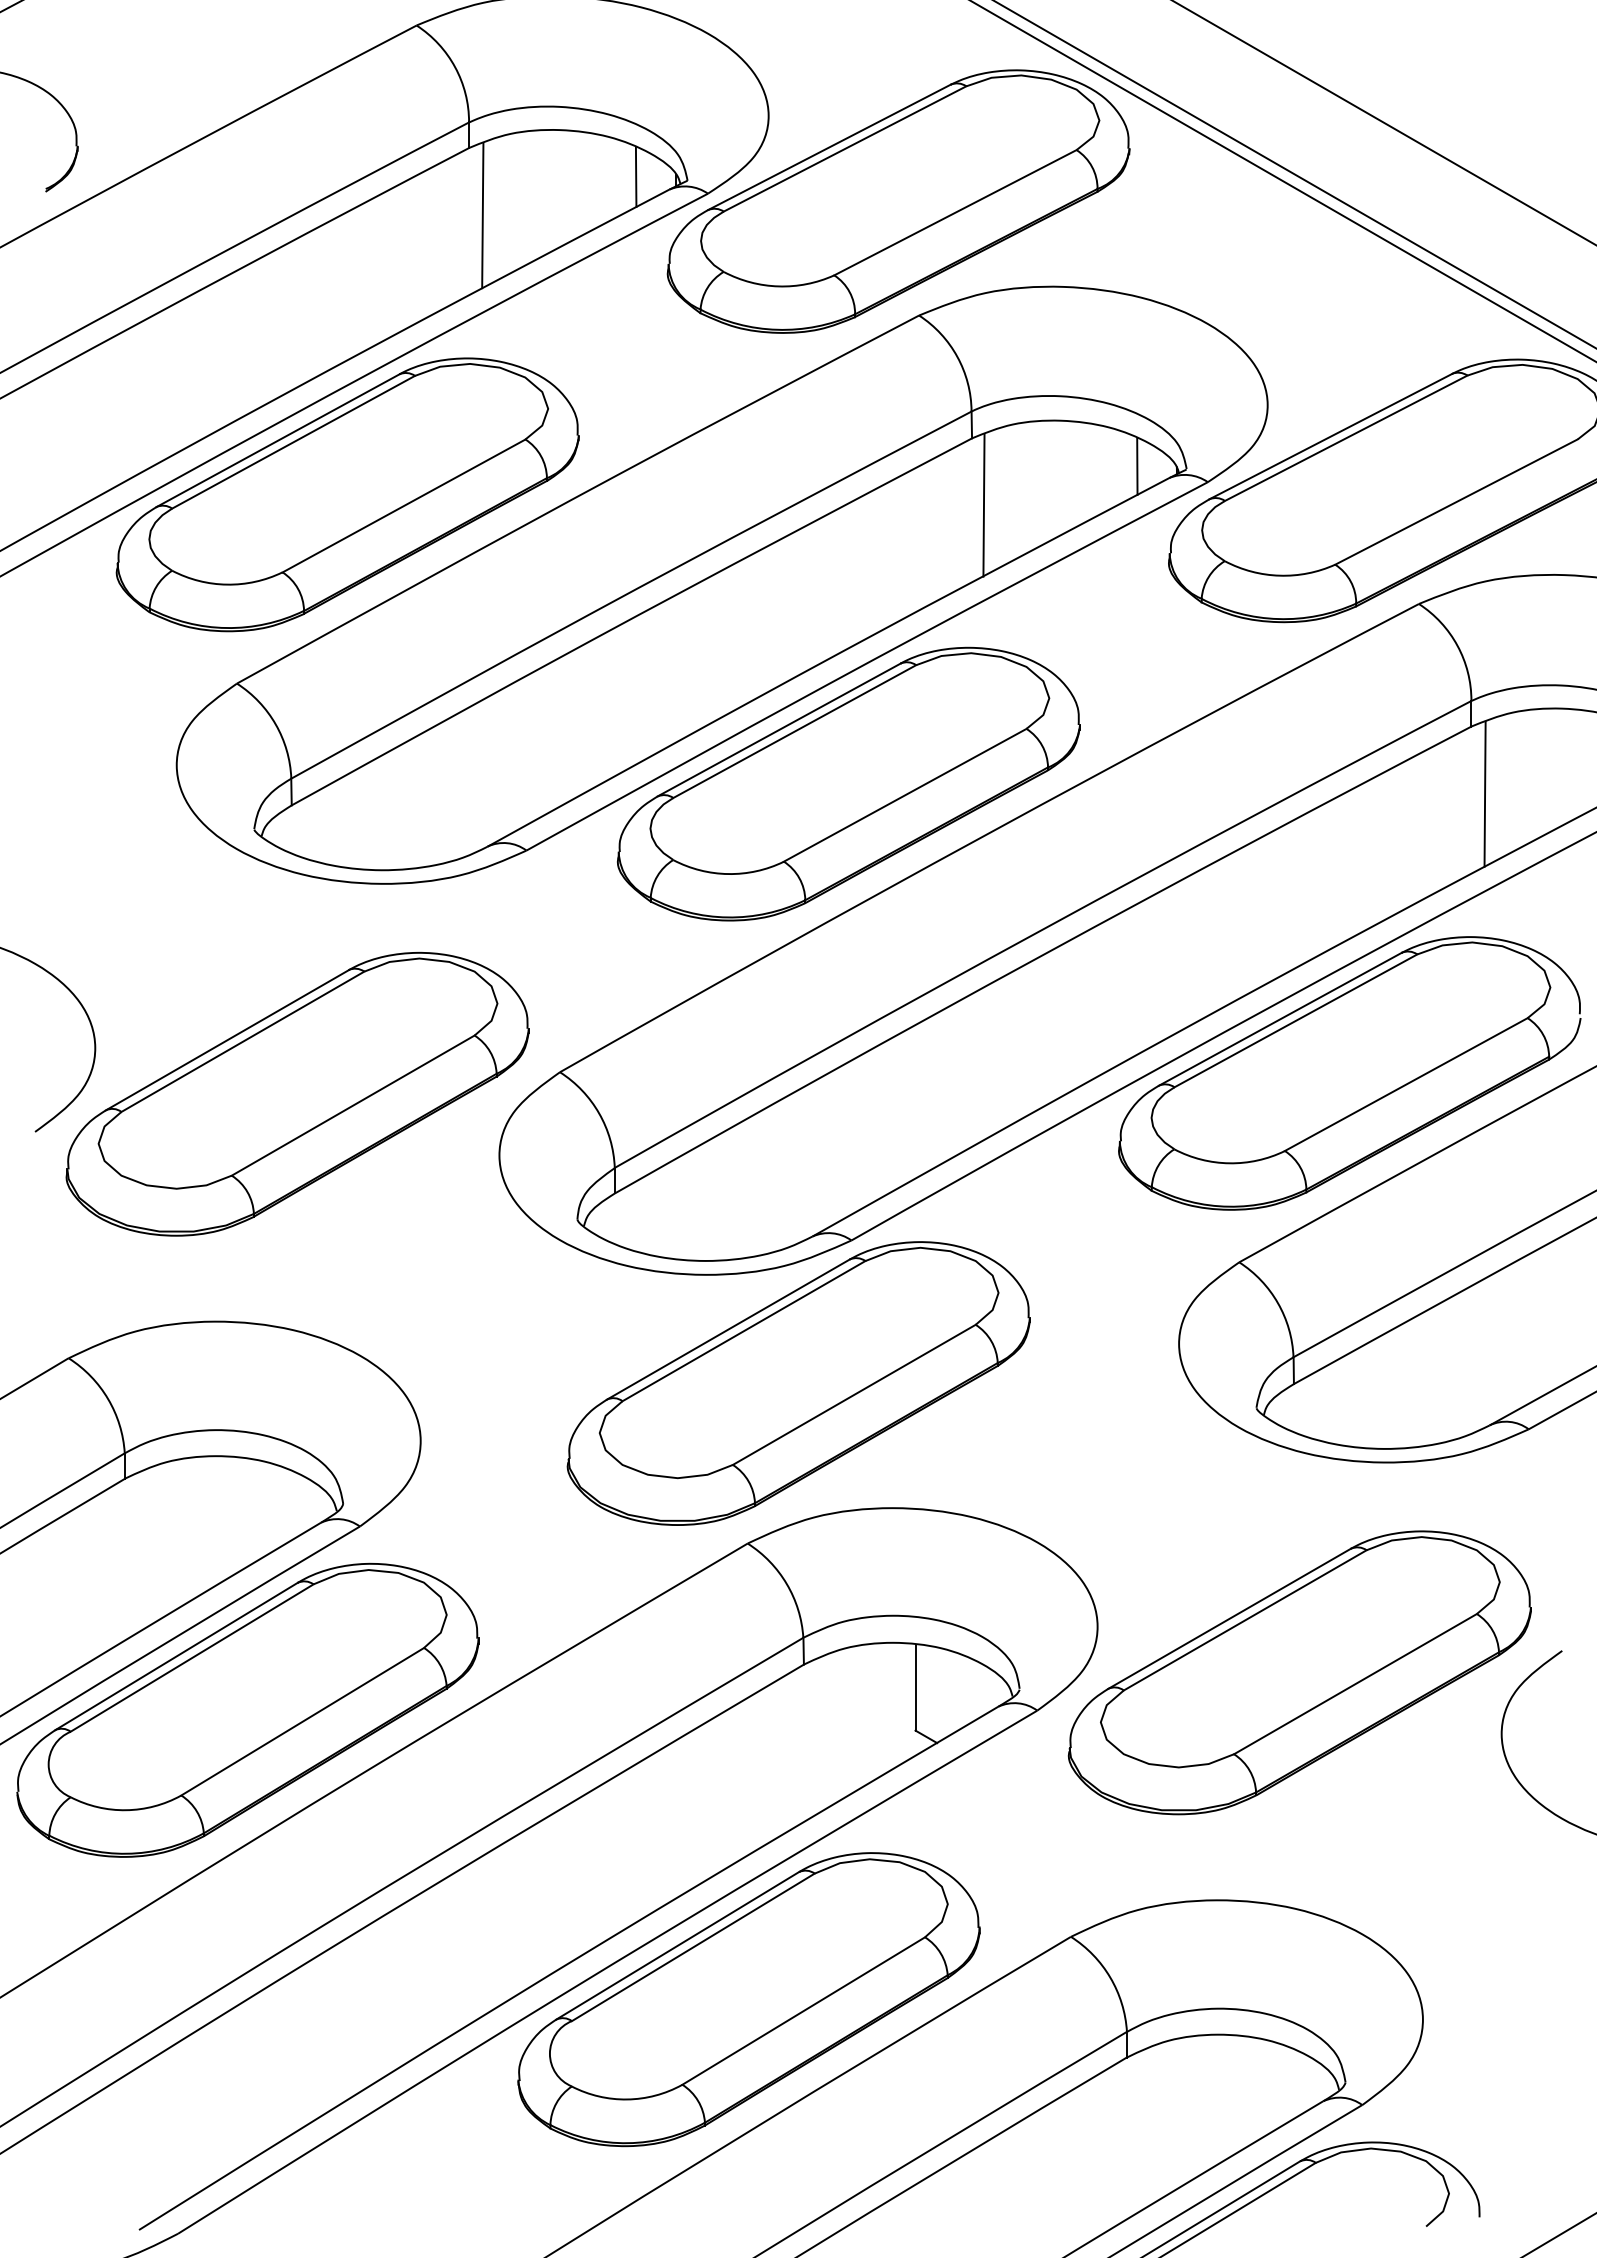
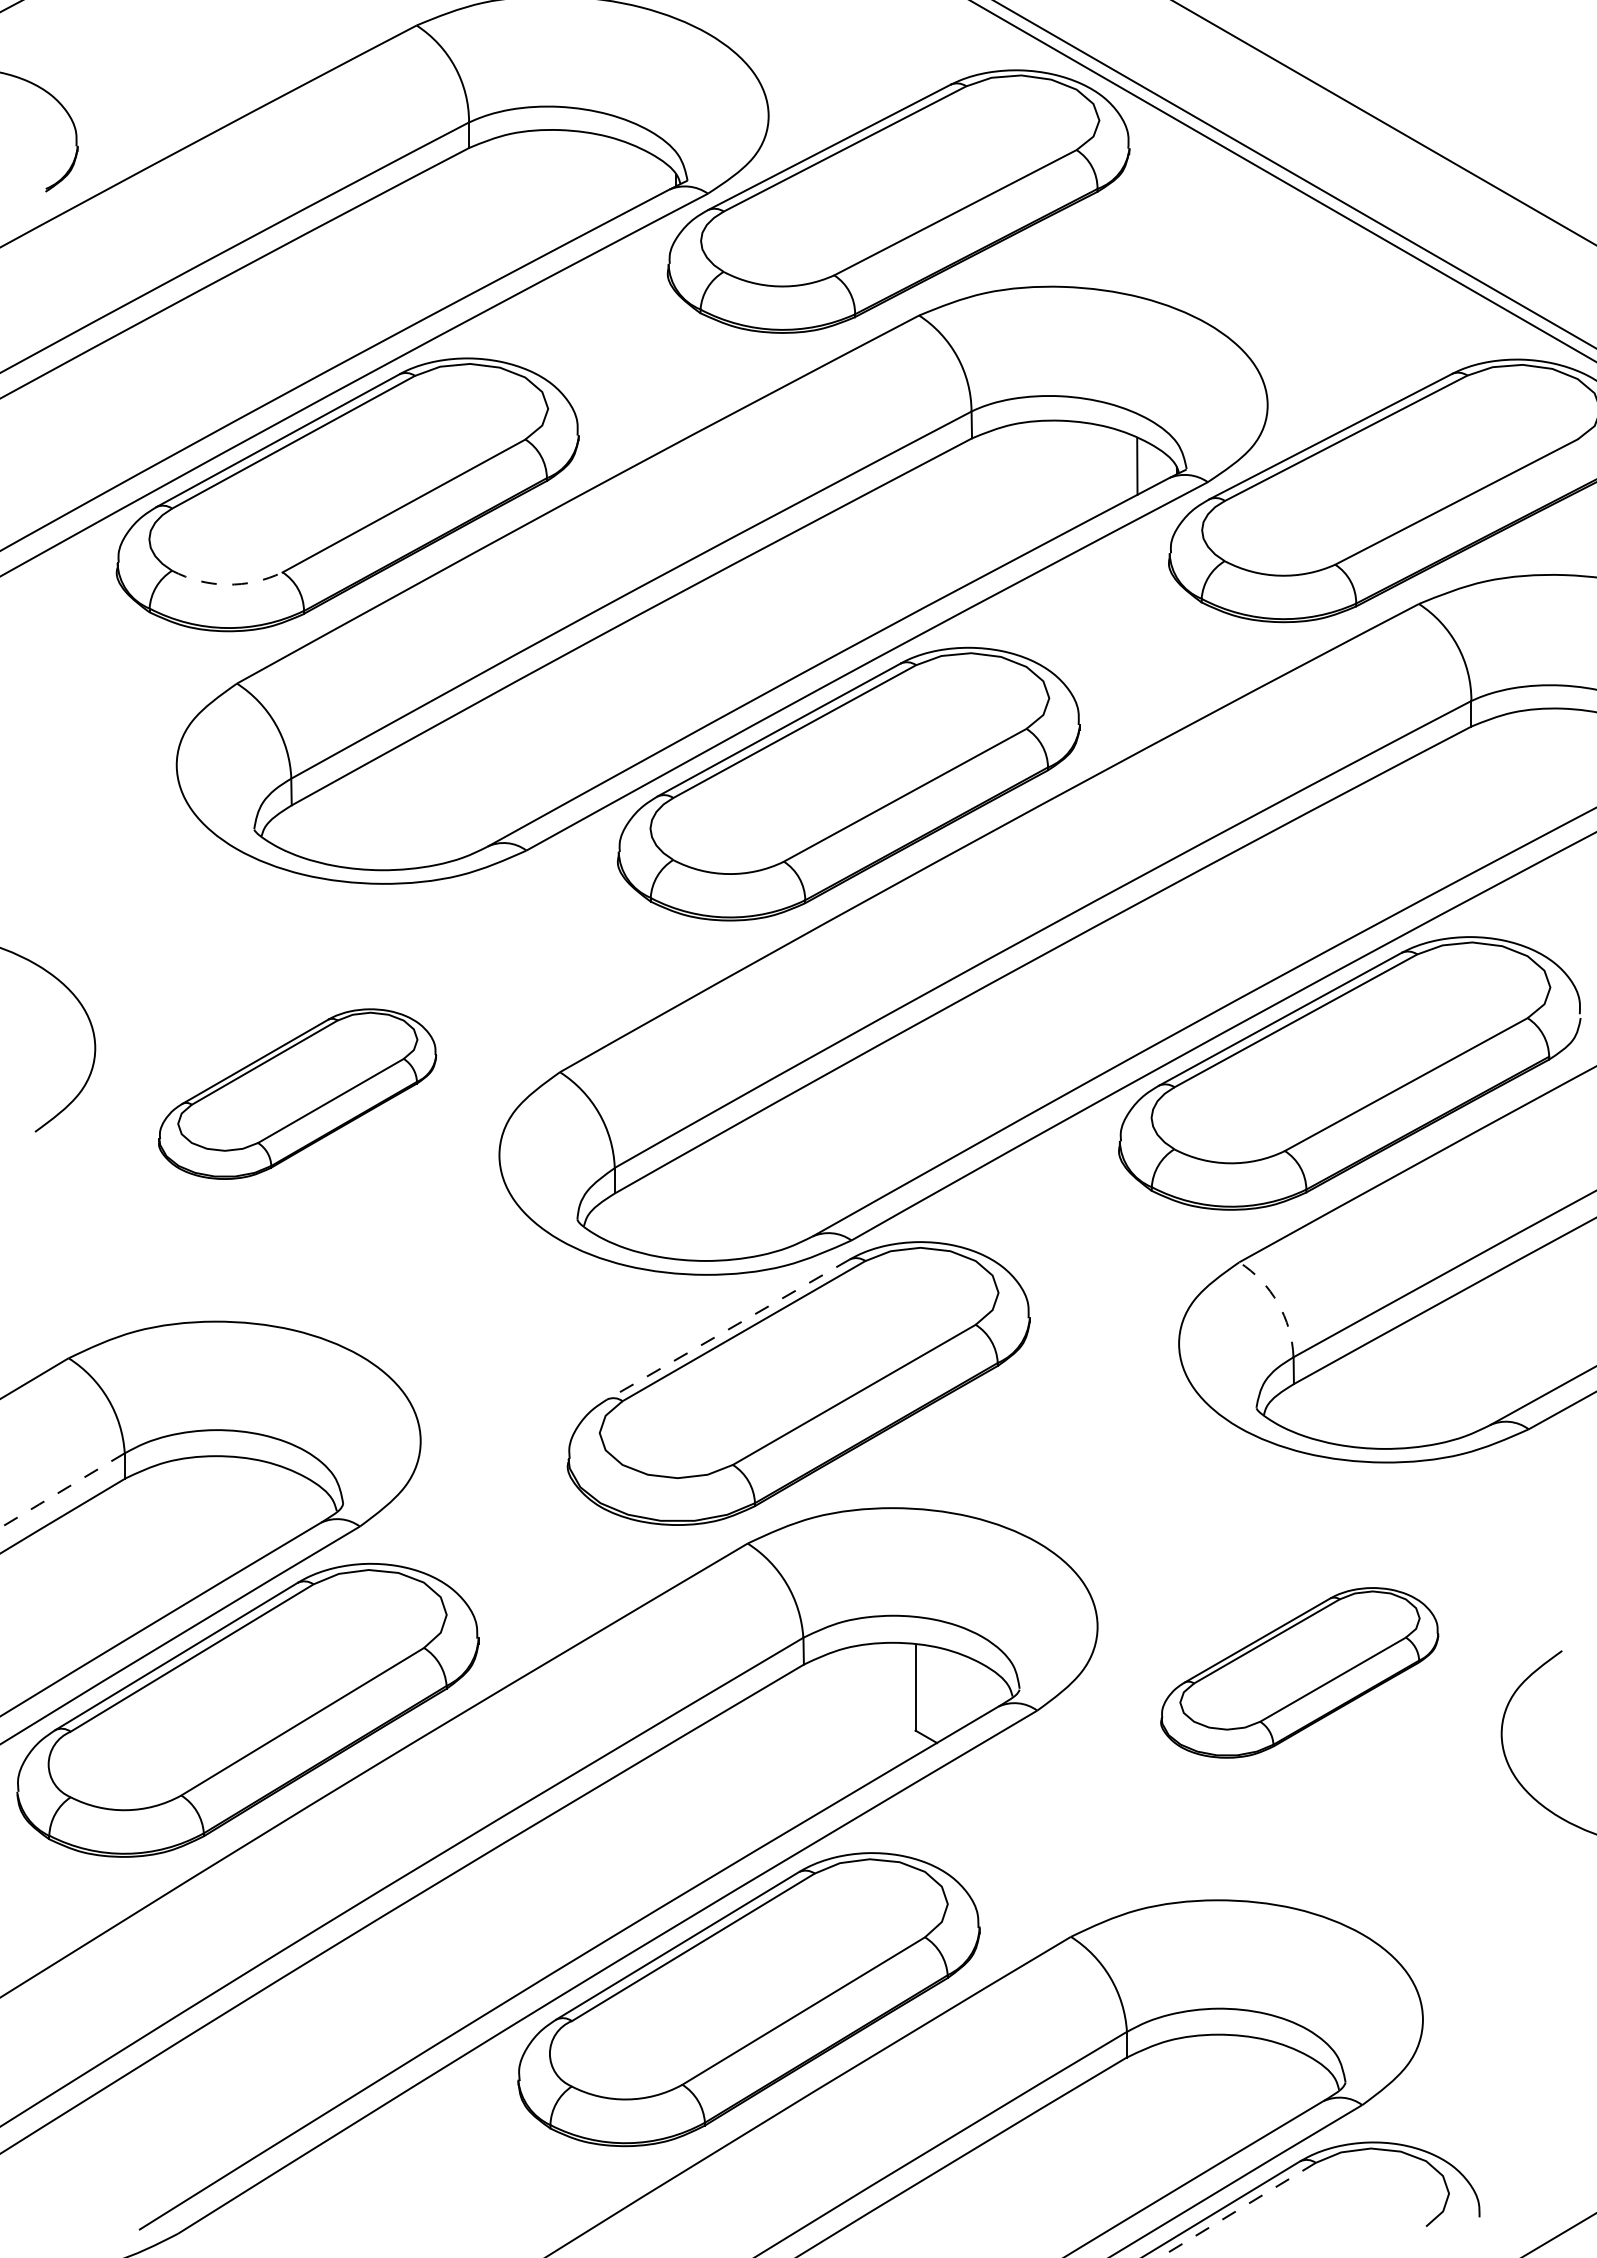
line at (635, 177): present -> none
line at (482, 215): present -> none
line at (983, 505): present -> none
arc at (227, 584): solid -> dashed
line at (1484, 793): present -> none
part at (297, 1093) size: 465x286 px -> 280x172 px
arc at (1277, 1303): solid -> dashed
line at (727, 1329): solid -> dashed
arc at (62, 1490): solid -> dashed
part at (1299, 1672) size: 465x286 px -> 280x172 px
line at (1237, 2210): solid -> dashed
